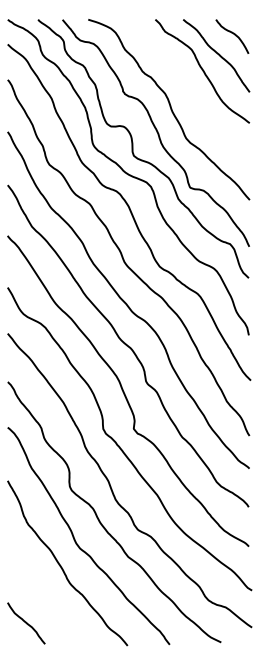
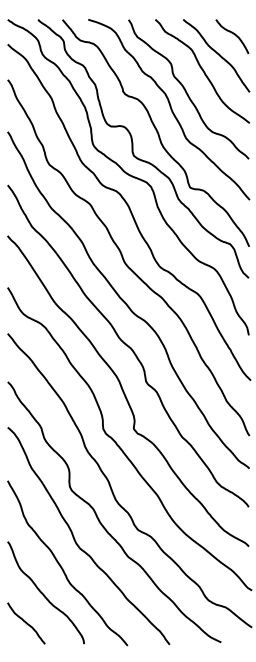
curve at (186, 90): none -> present
curve at (43, 593): none -> present
